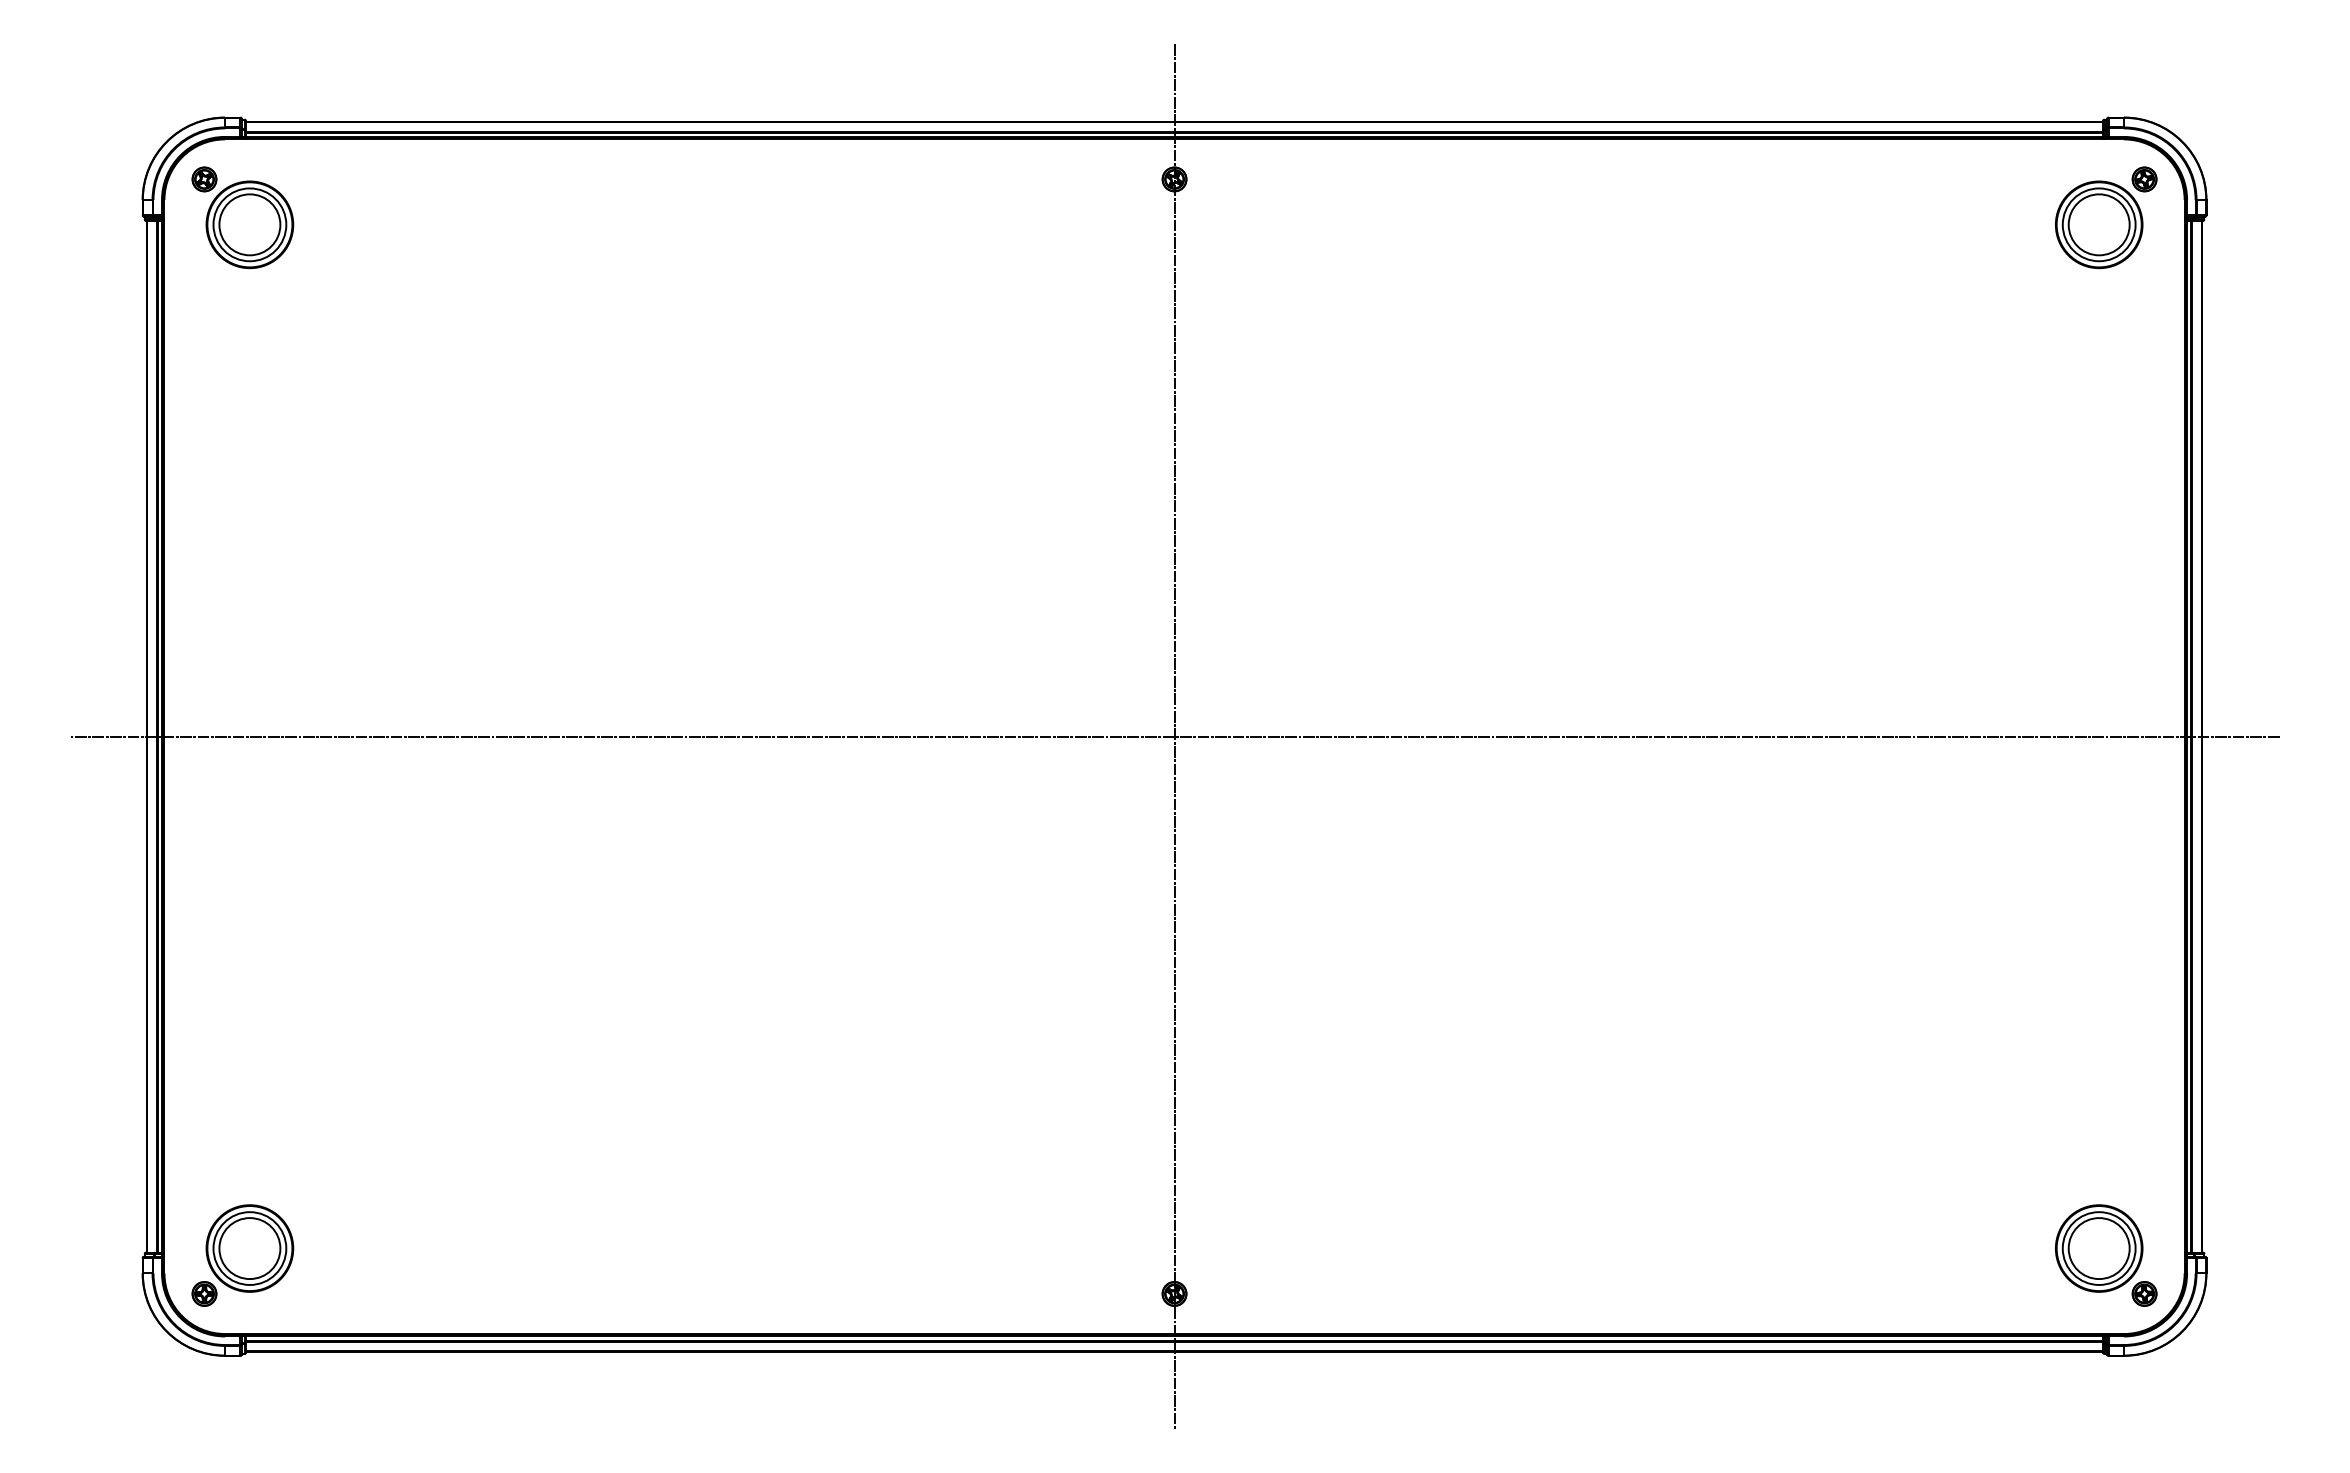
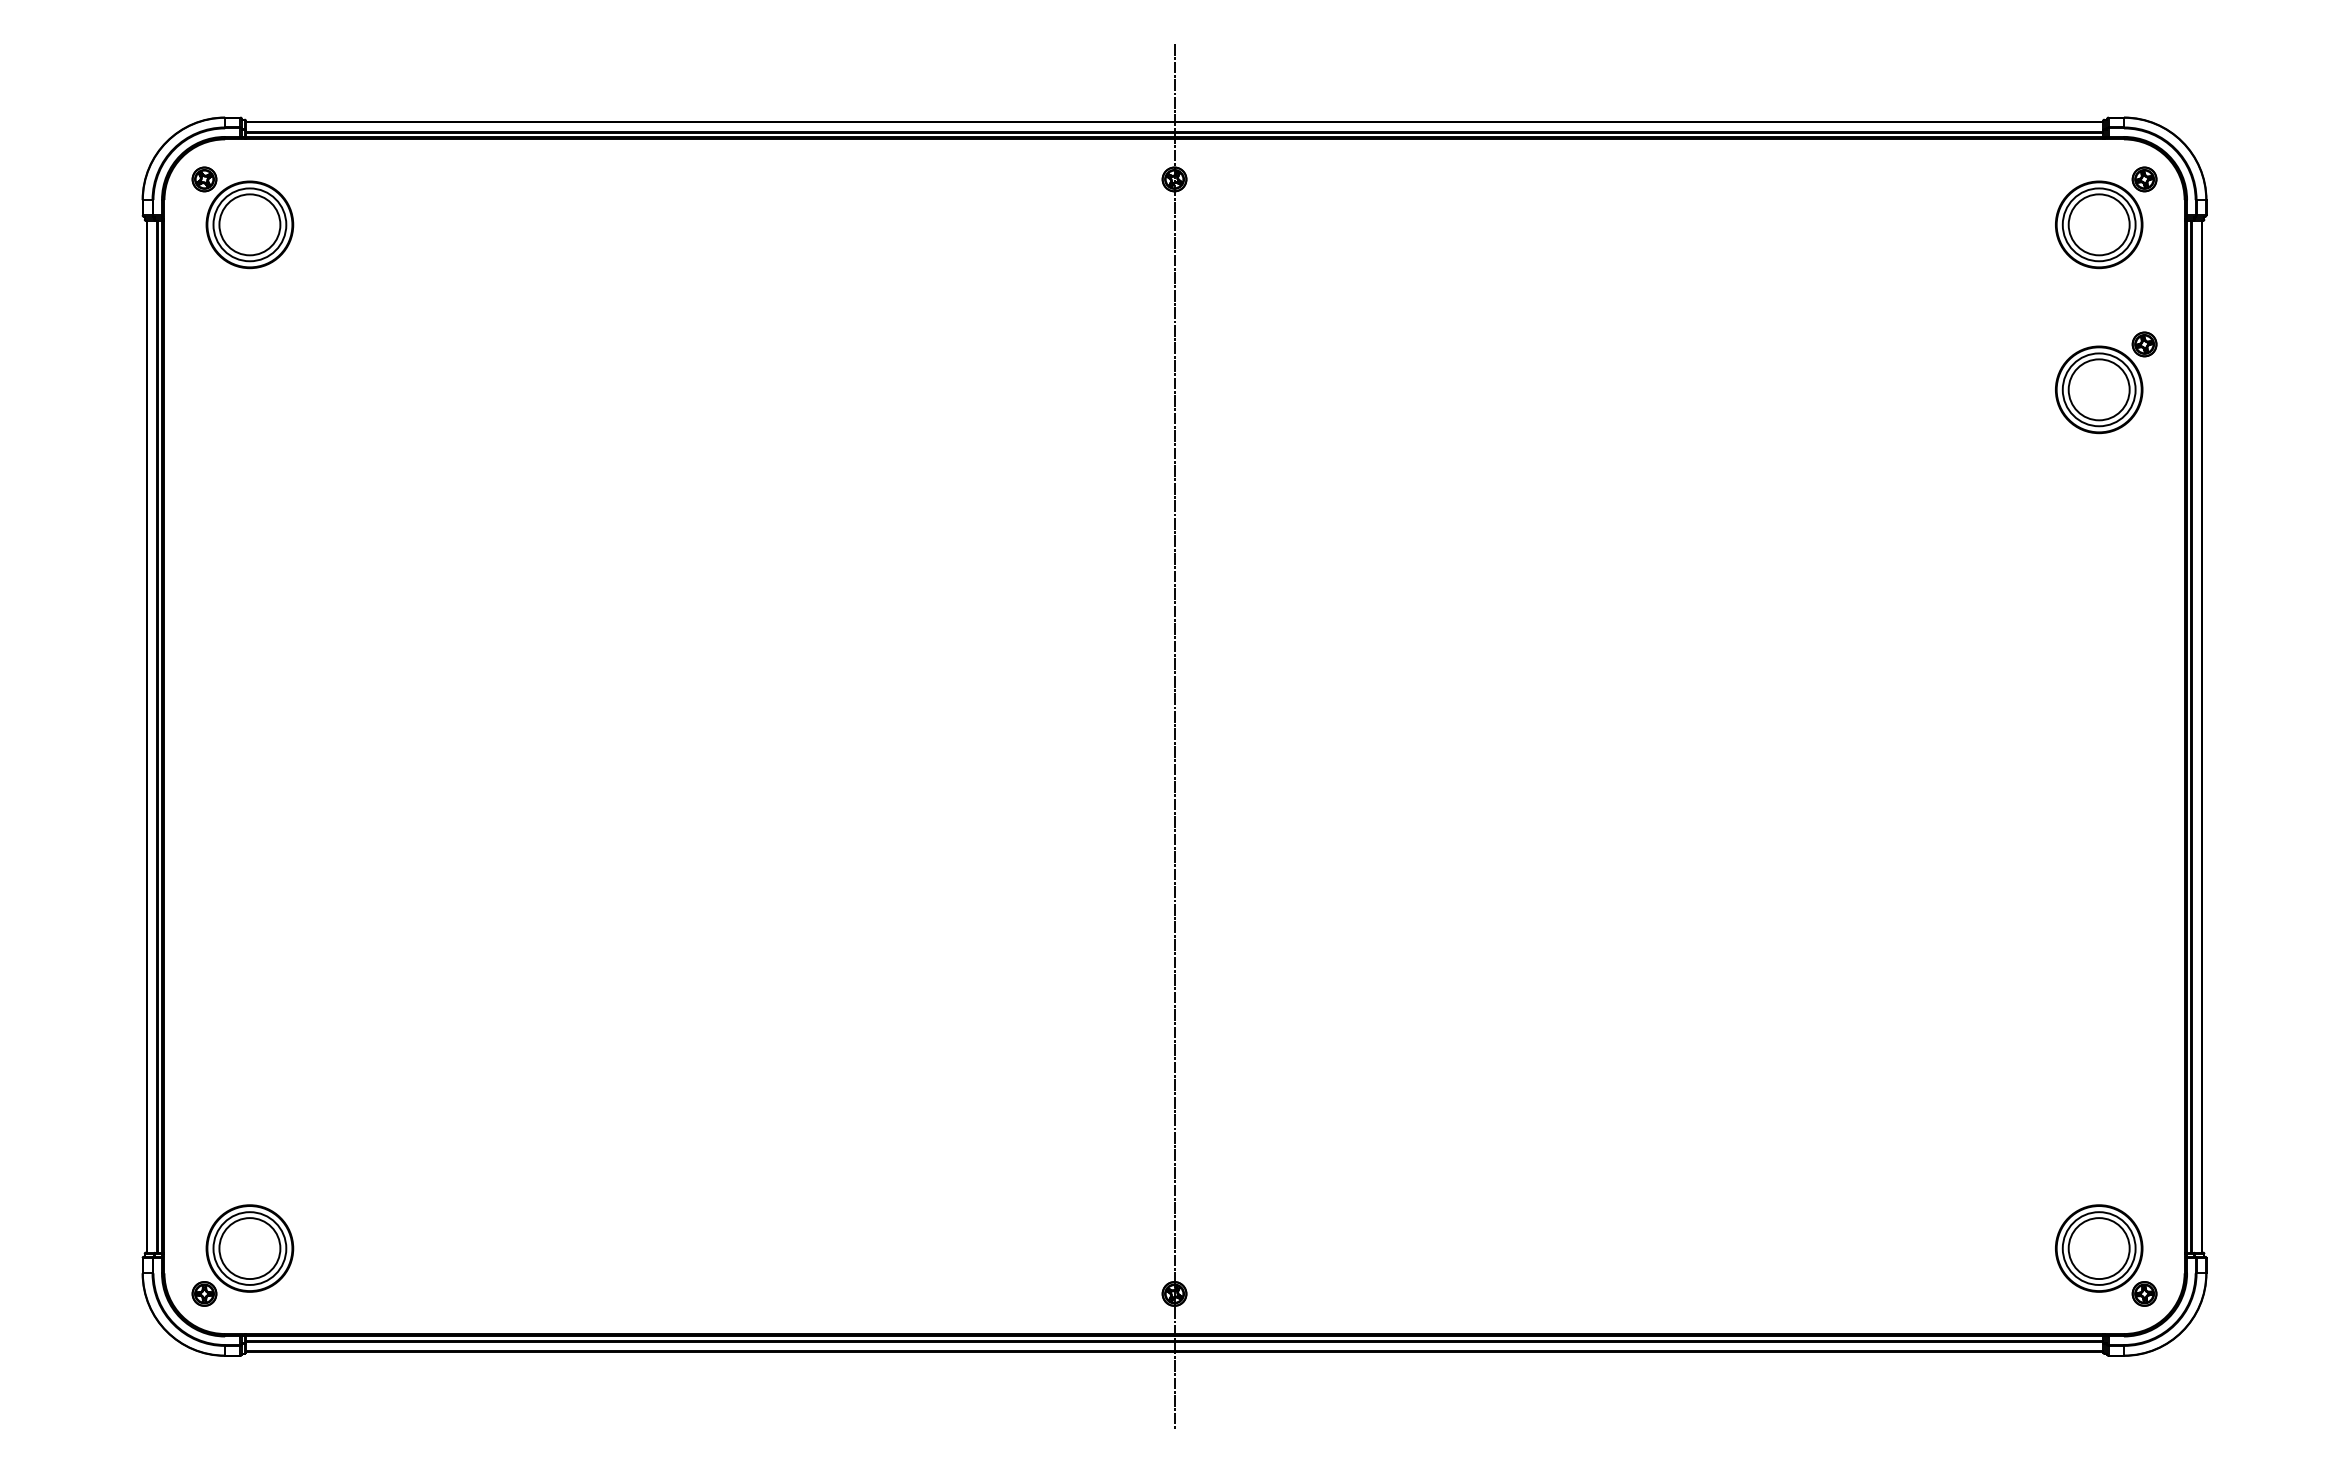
part at (2106, 382): none -> present
line at (1174, 736): present -> none
